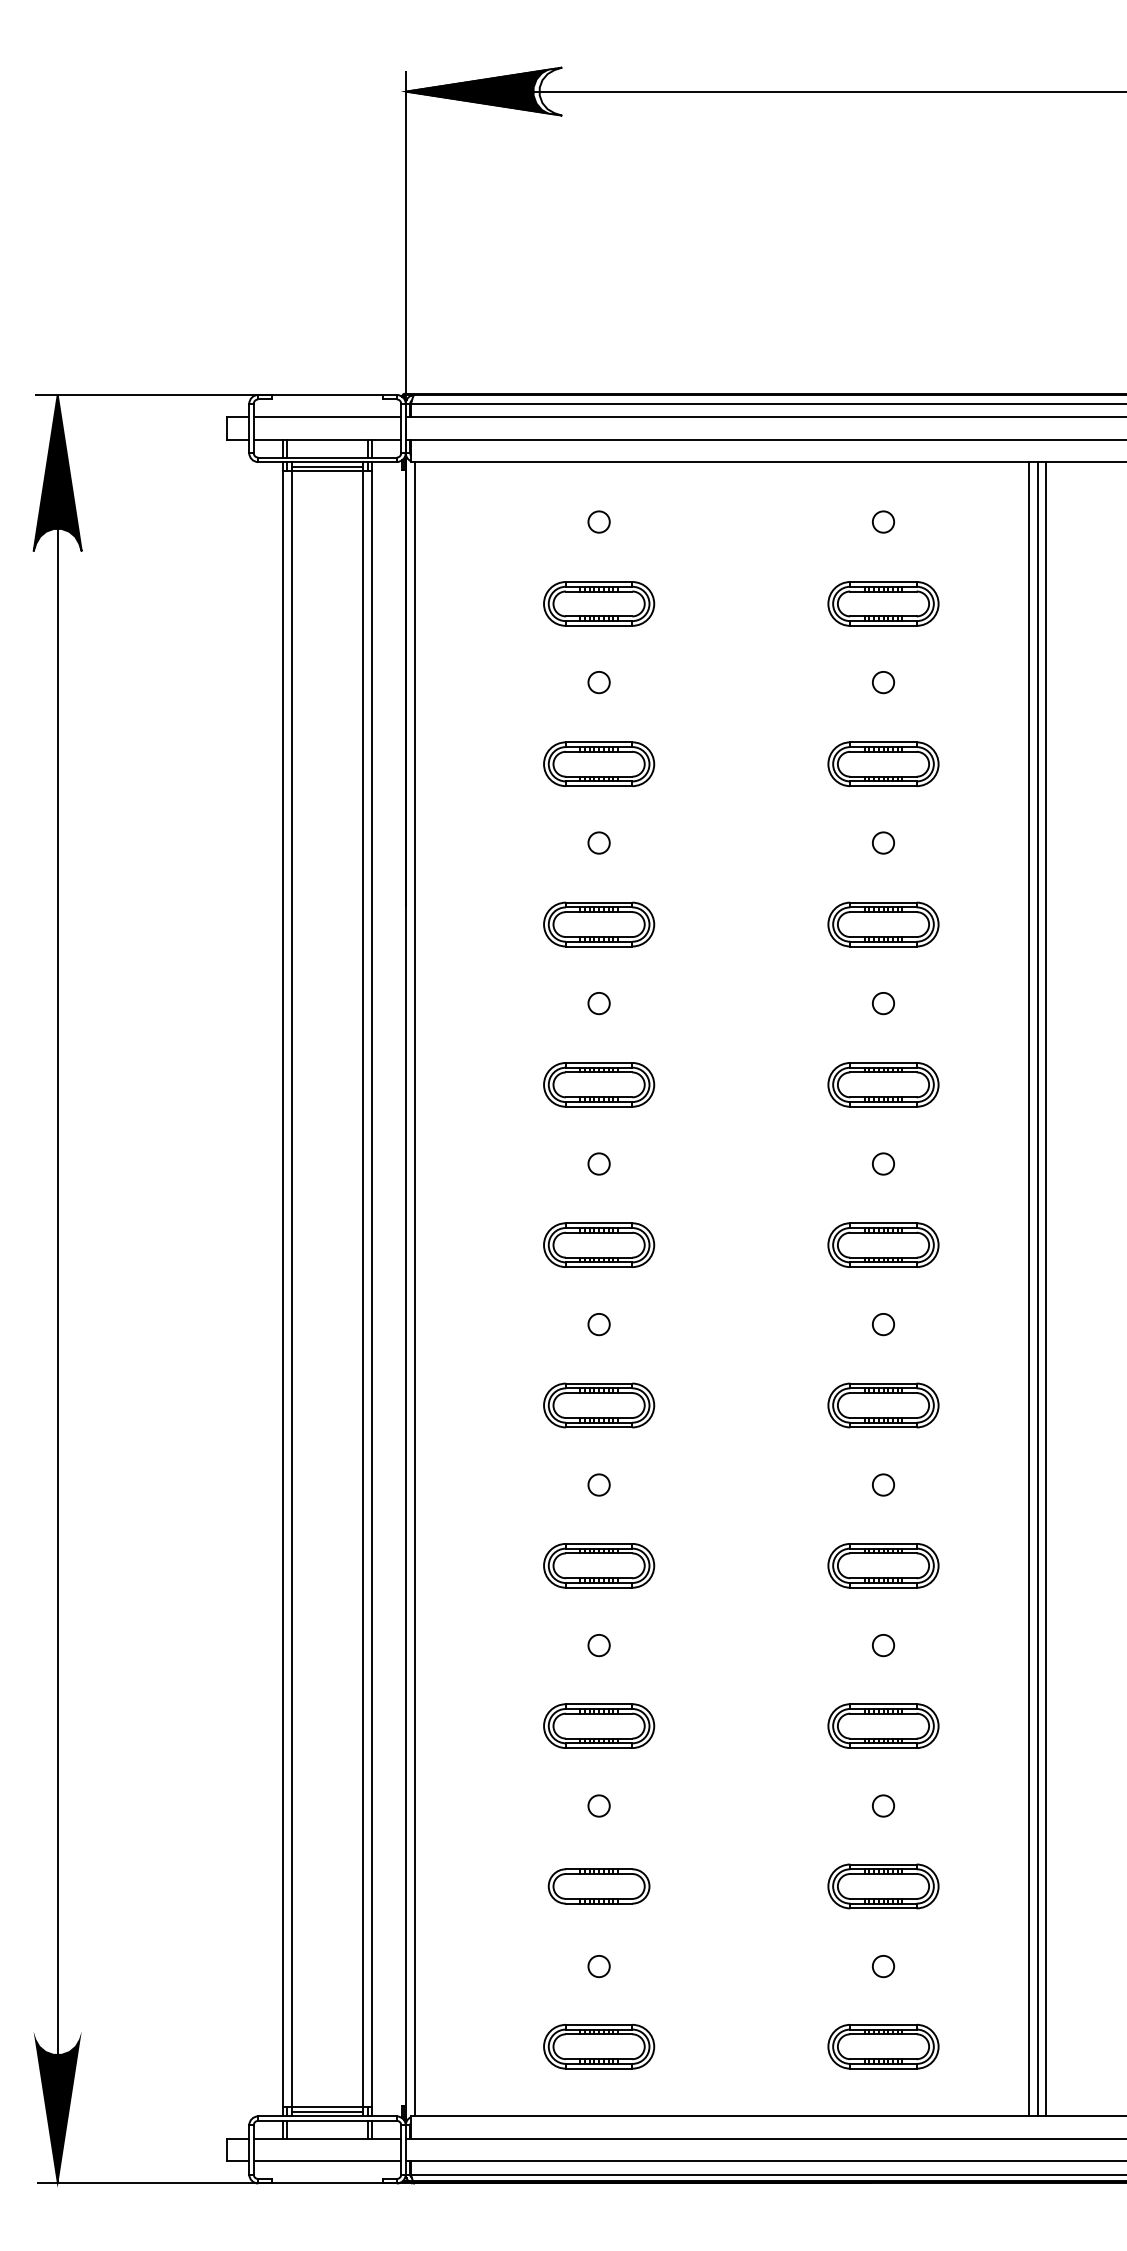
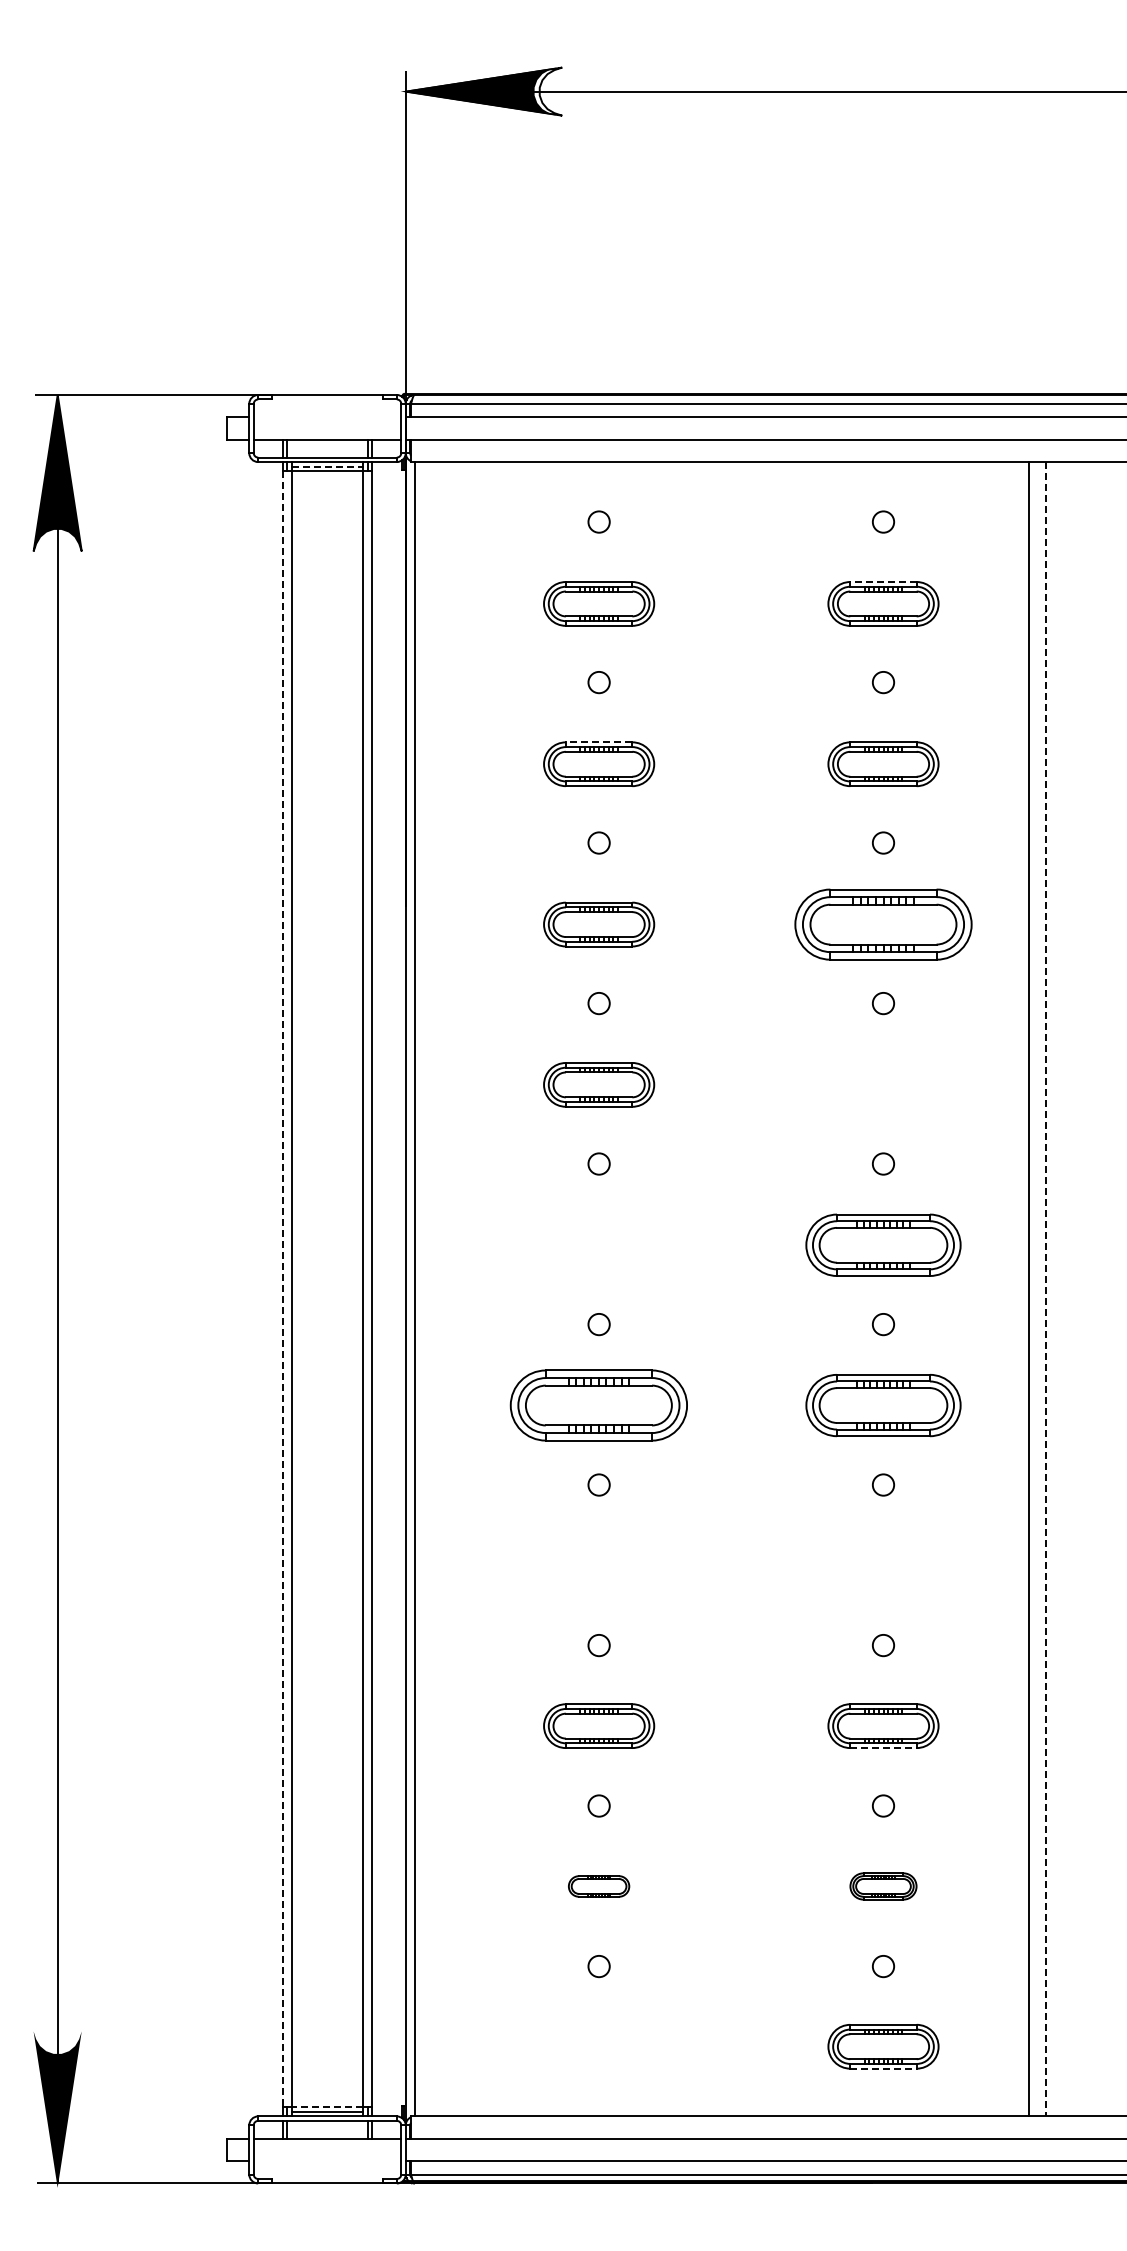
line at (327, 417): present -> none
line at (327, 466): solid -> dashed
line at (883, 582): solid -> dashed
line at (598, 742): solid -> dashed
part at (883, 924) size: 113x47 px -> 179x73 px
part at (883, 1084): present -> none
part at (599, 1244): present -> none
part at (883, 1244) size: 113x46 px -> 157x64 px
line at (282, 1289): solid -> dashed
line at (1037, 1289): present -> none
line at (1046, 1289): solid -> dashed
part at (599, 1405) size: 113x47 px -> 179x73 px
part at (883, 1405) size: 113x47 px -> 157x64 px
part at (599, 1565): present -> none
part at (883, 1565): present -> none
line at (883, 1748): solid -> dashed
part at (598, 1886) size: 104x37 px -> 63x23 px
part at (883, 1886) size: 113x47 px -> 69x29 px
part at (599, 2046): present -> none
line at (883, 2068): solid -> dashed
line at (327, 2107): solid -> dashed
line at (327, 2161): present -> none
